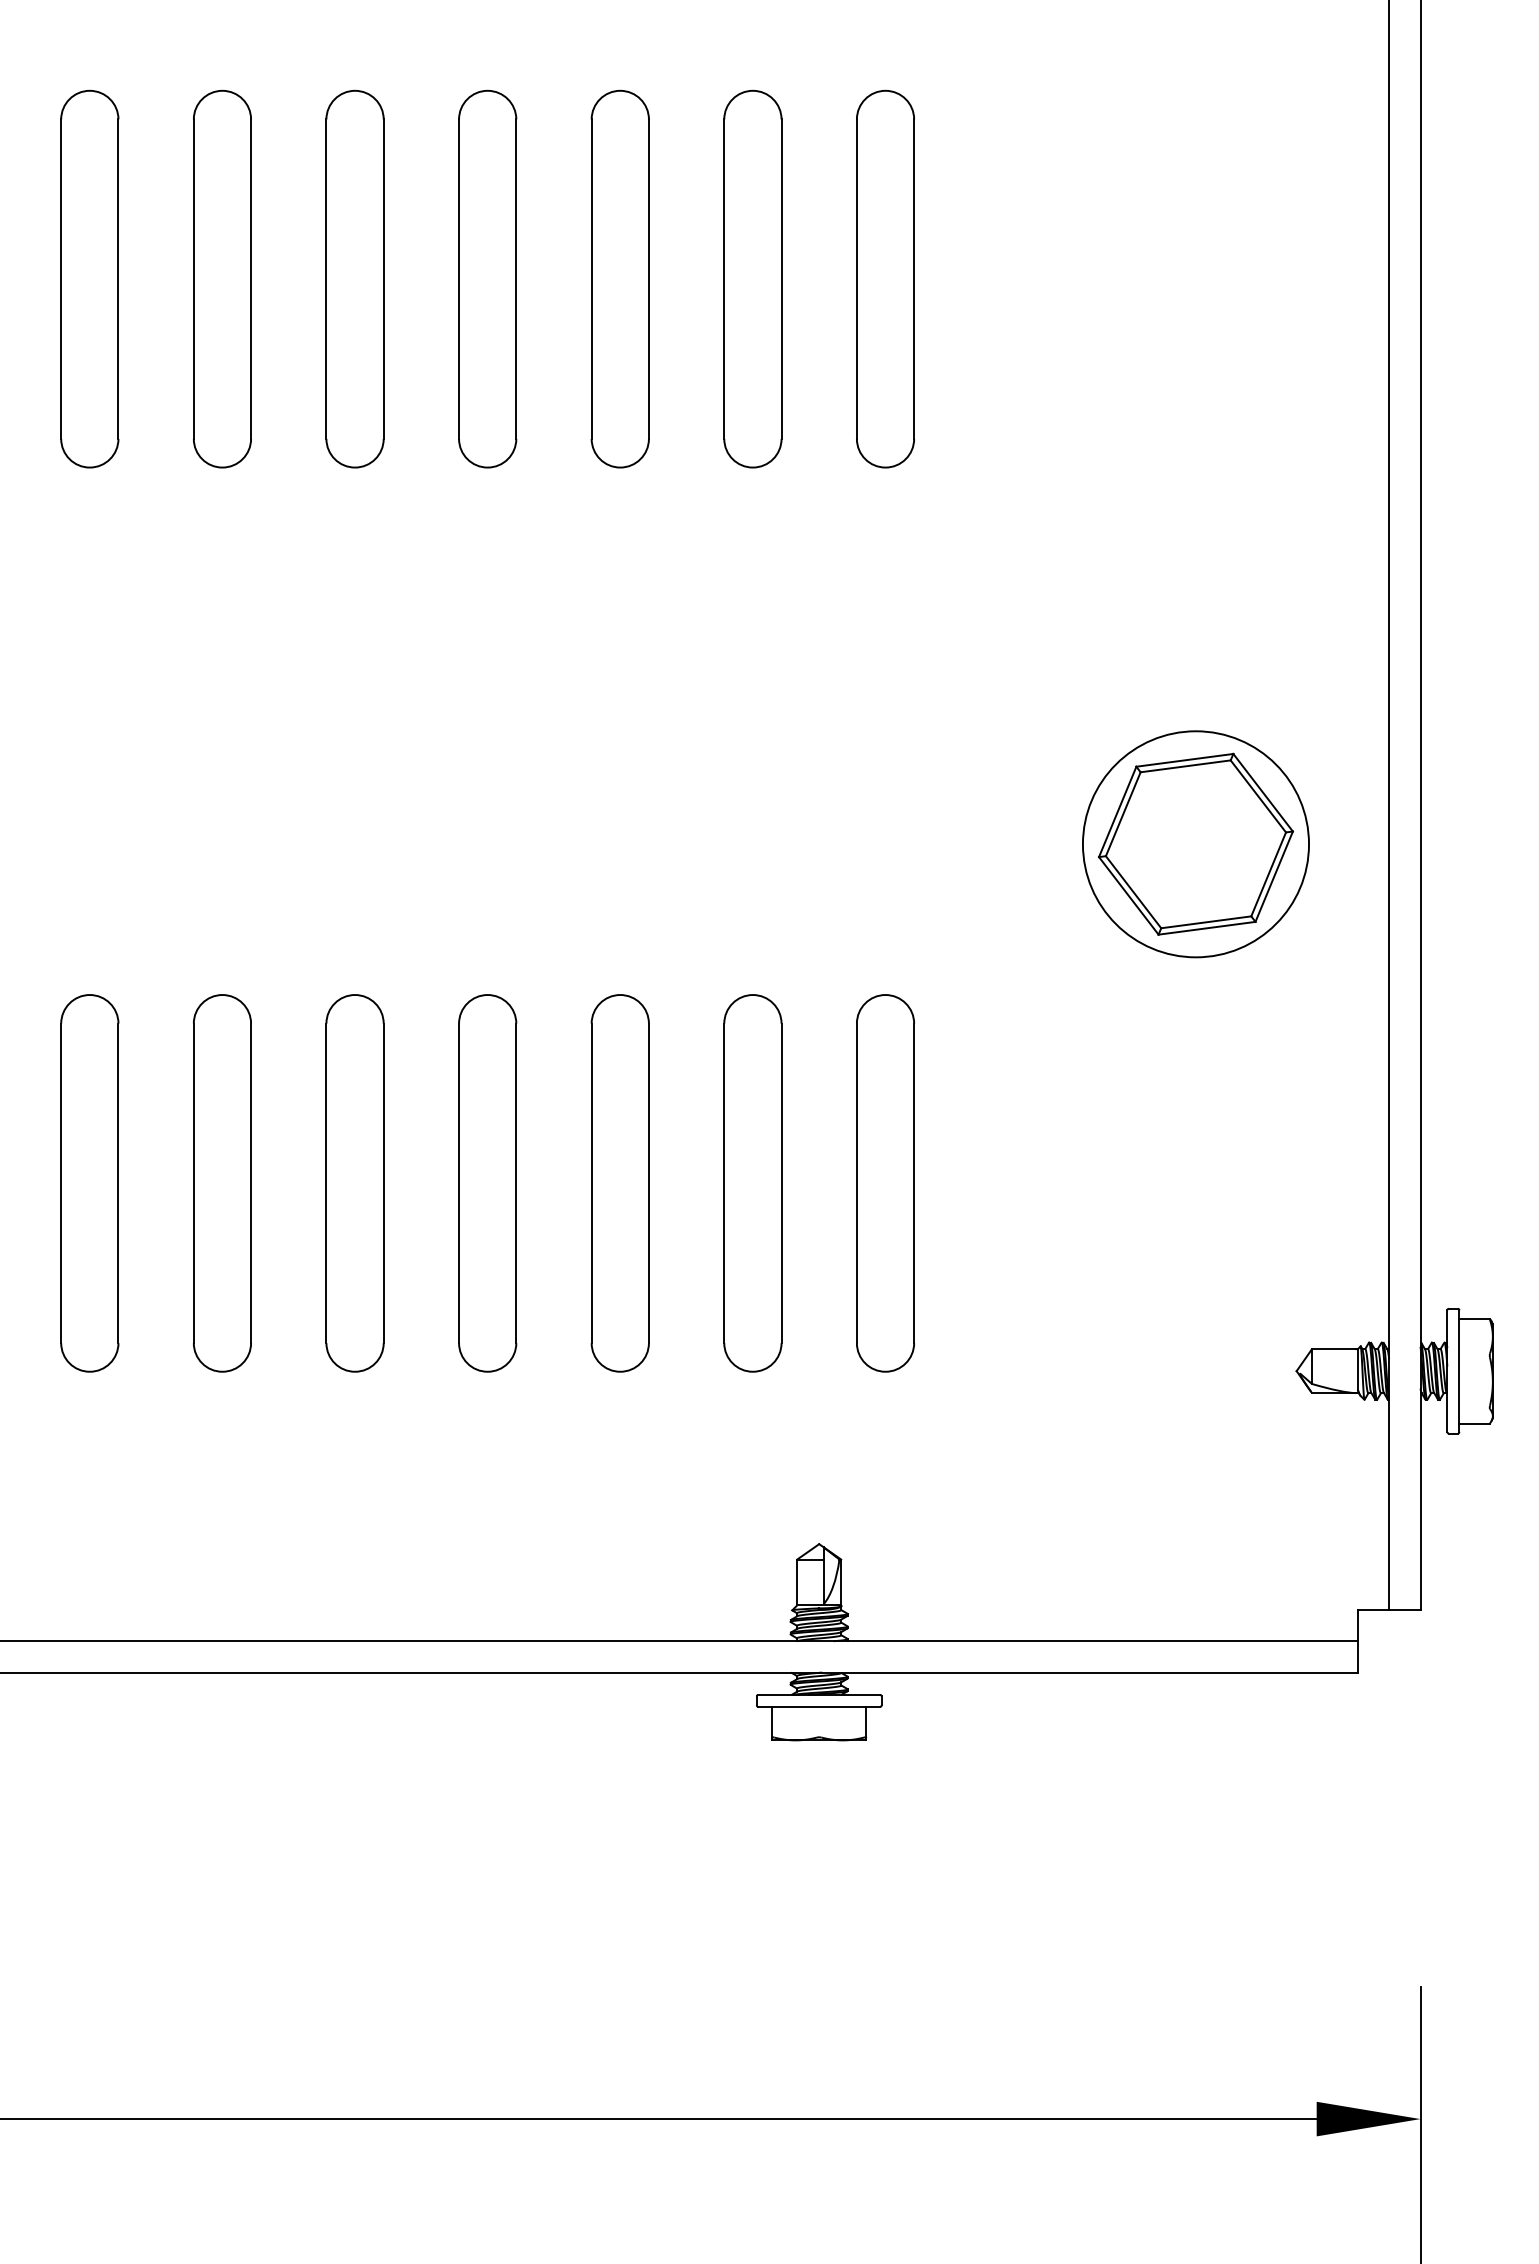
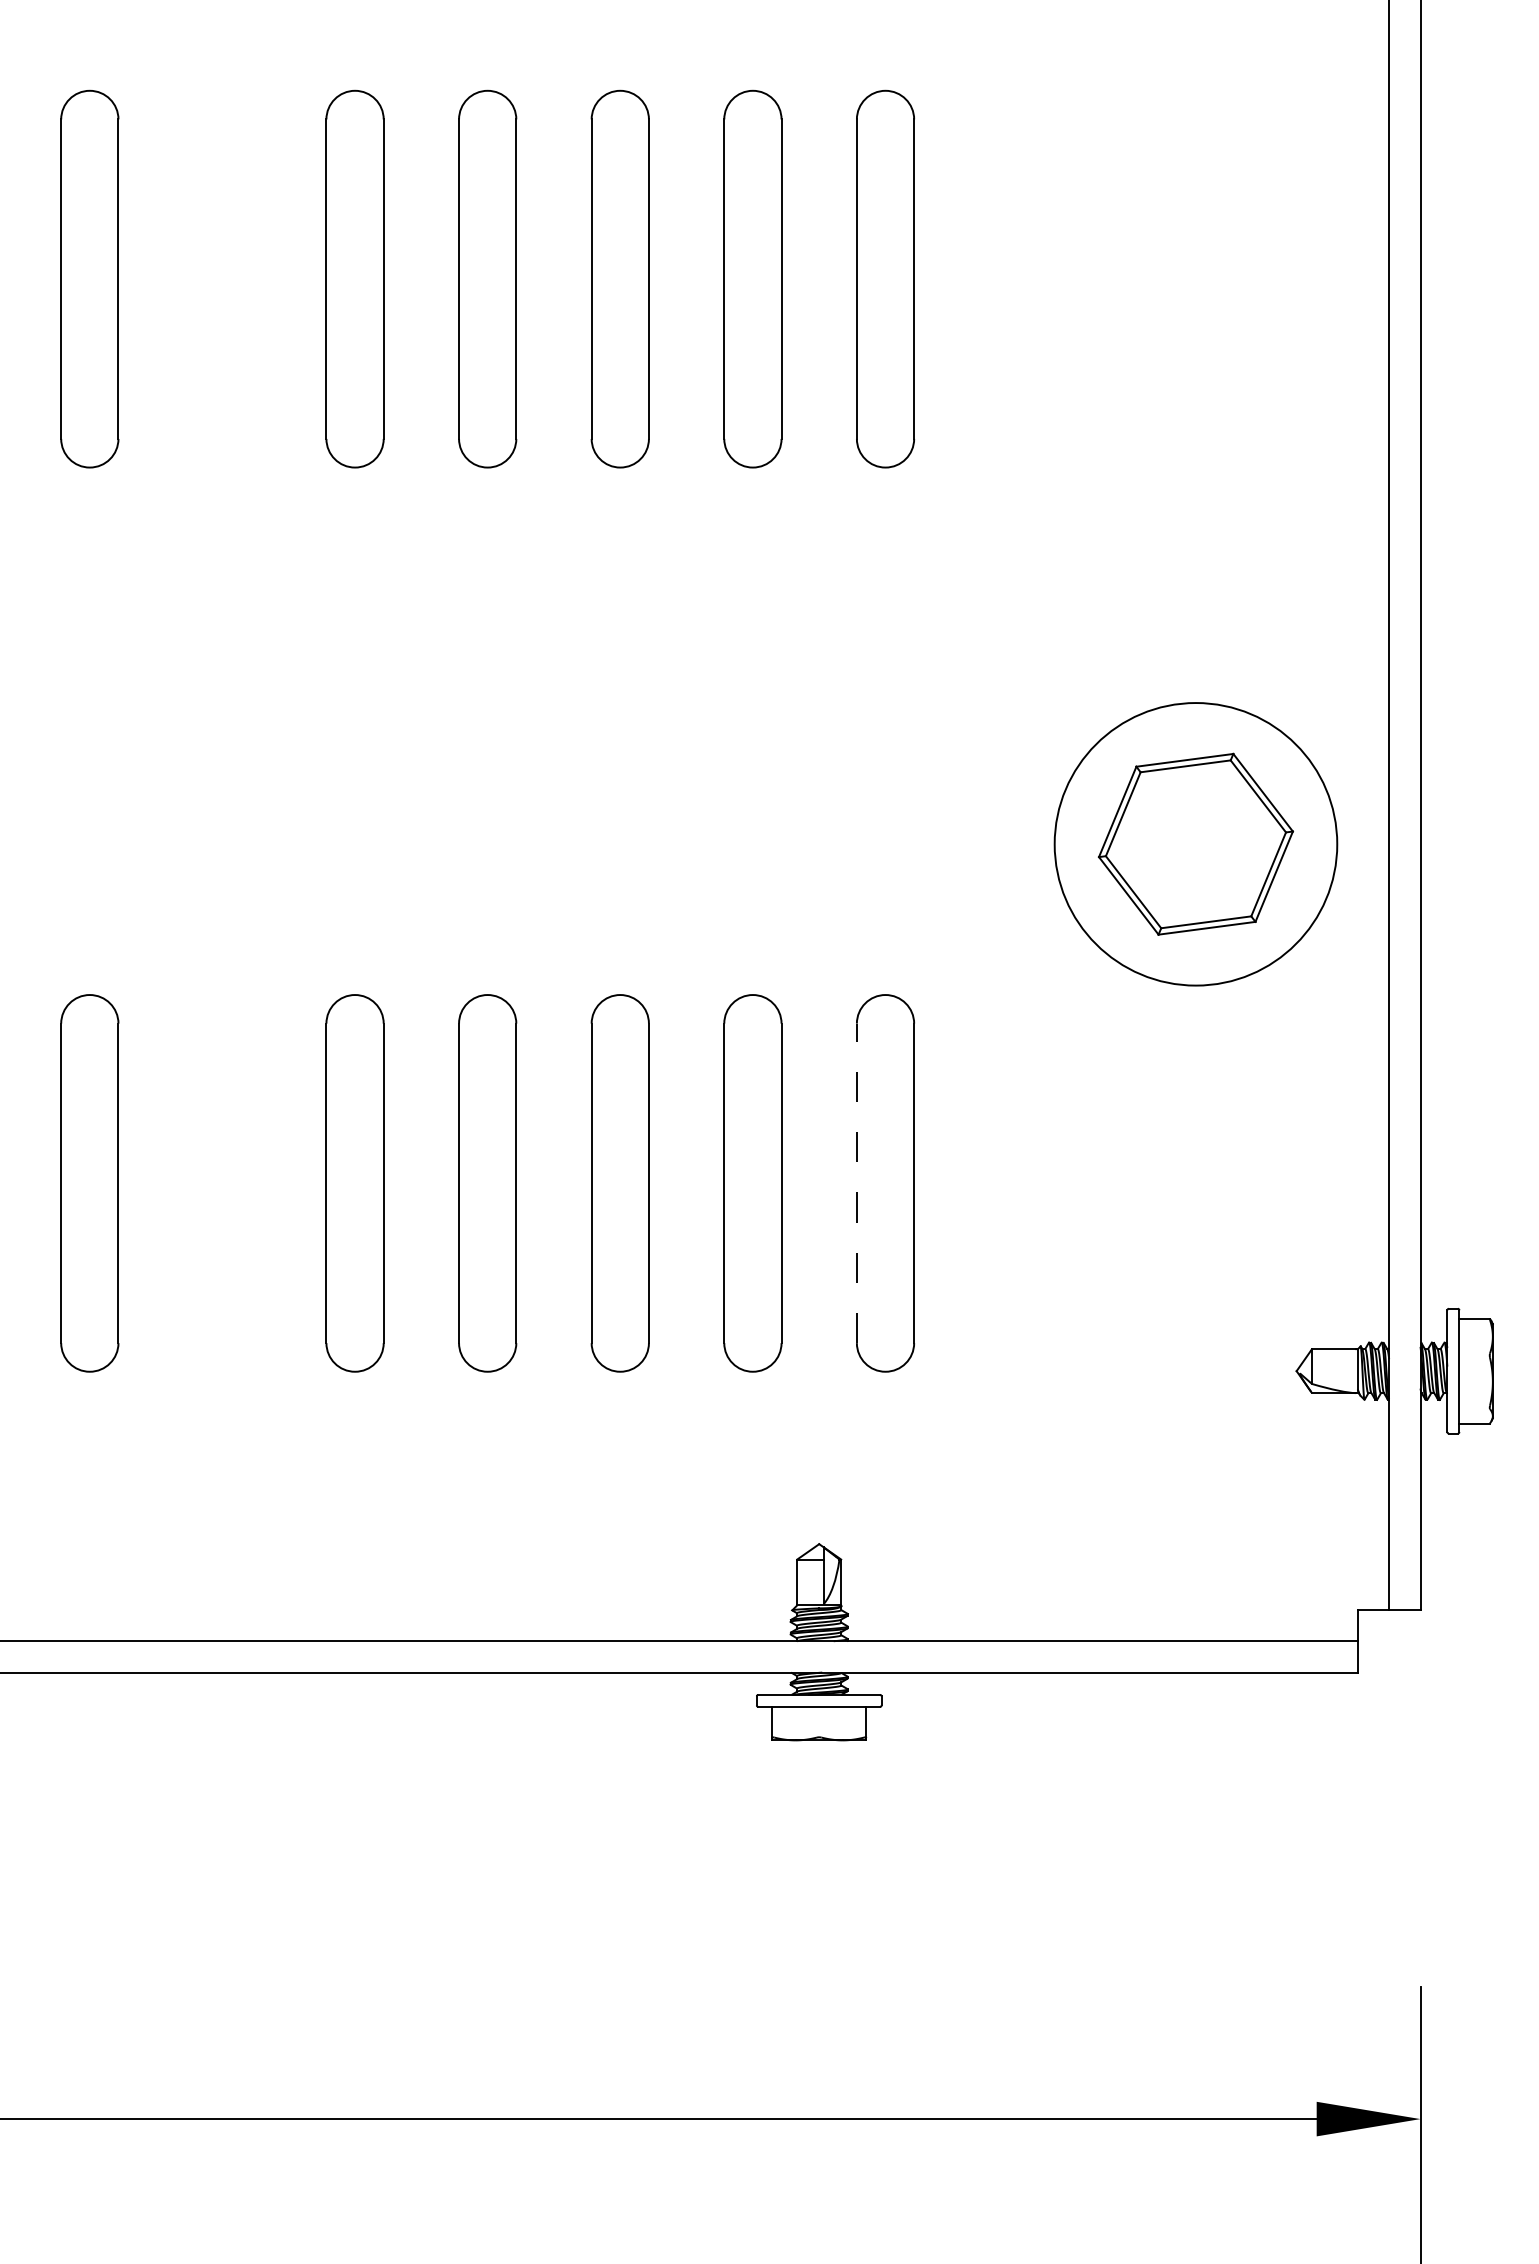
part at (222, 278): present -> none
circle at (1195, 844) diameter: 226 px -> 283 px
part at (222, 1183): present -> none
line at (856, 1183): solid -> dashed
